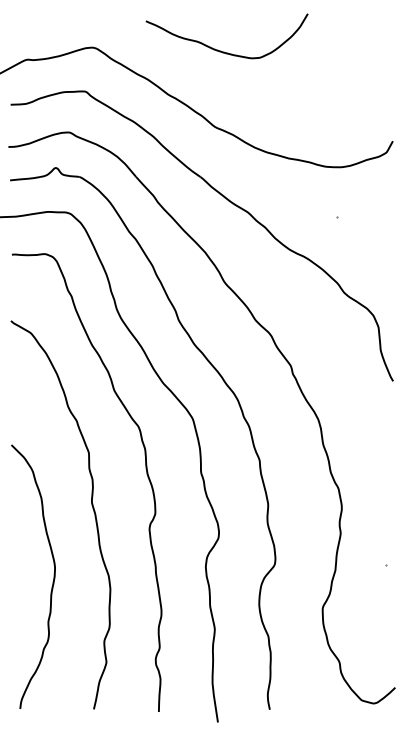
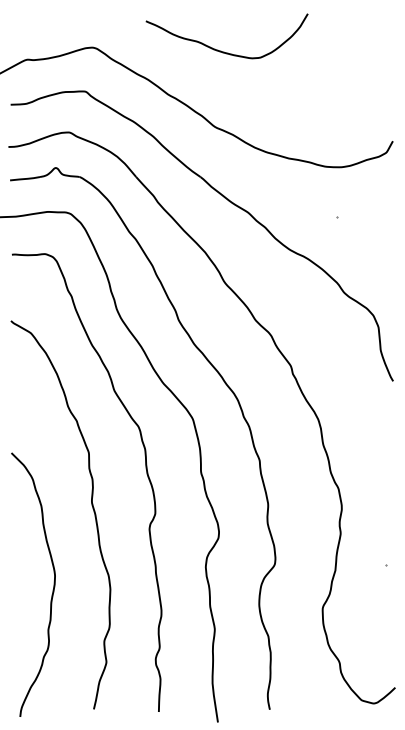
curve at (52, 581) position: (52, 581) -> (52, 589)
